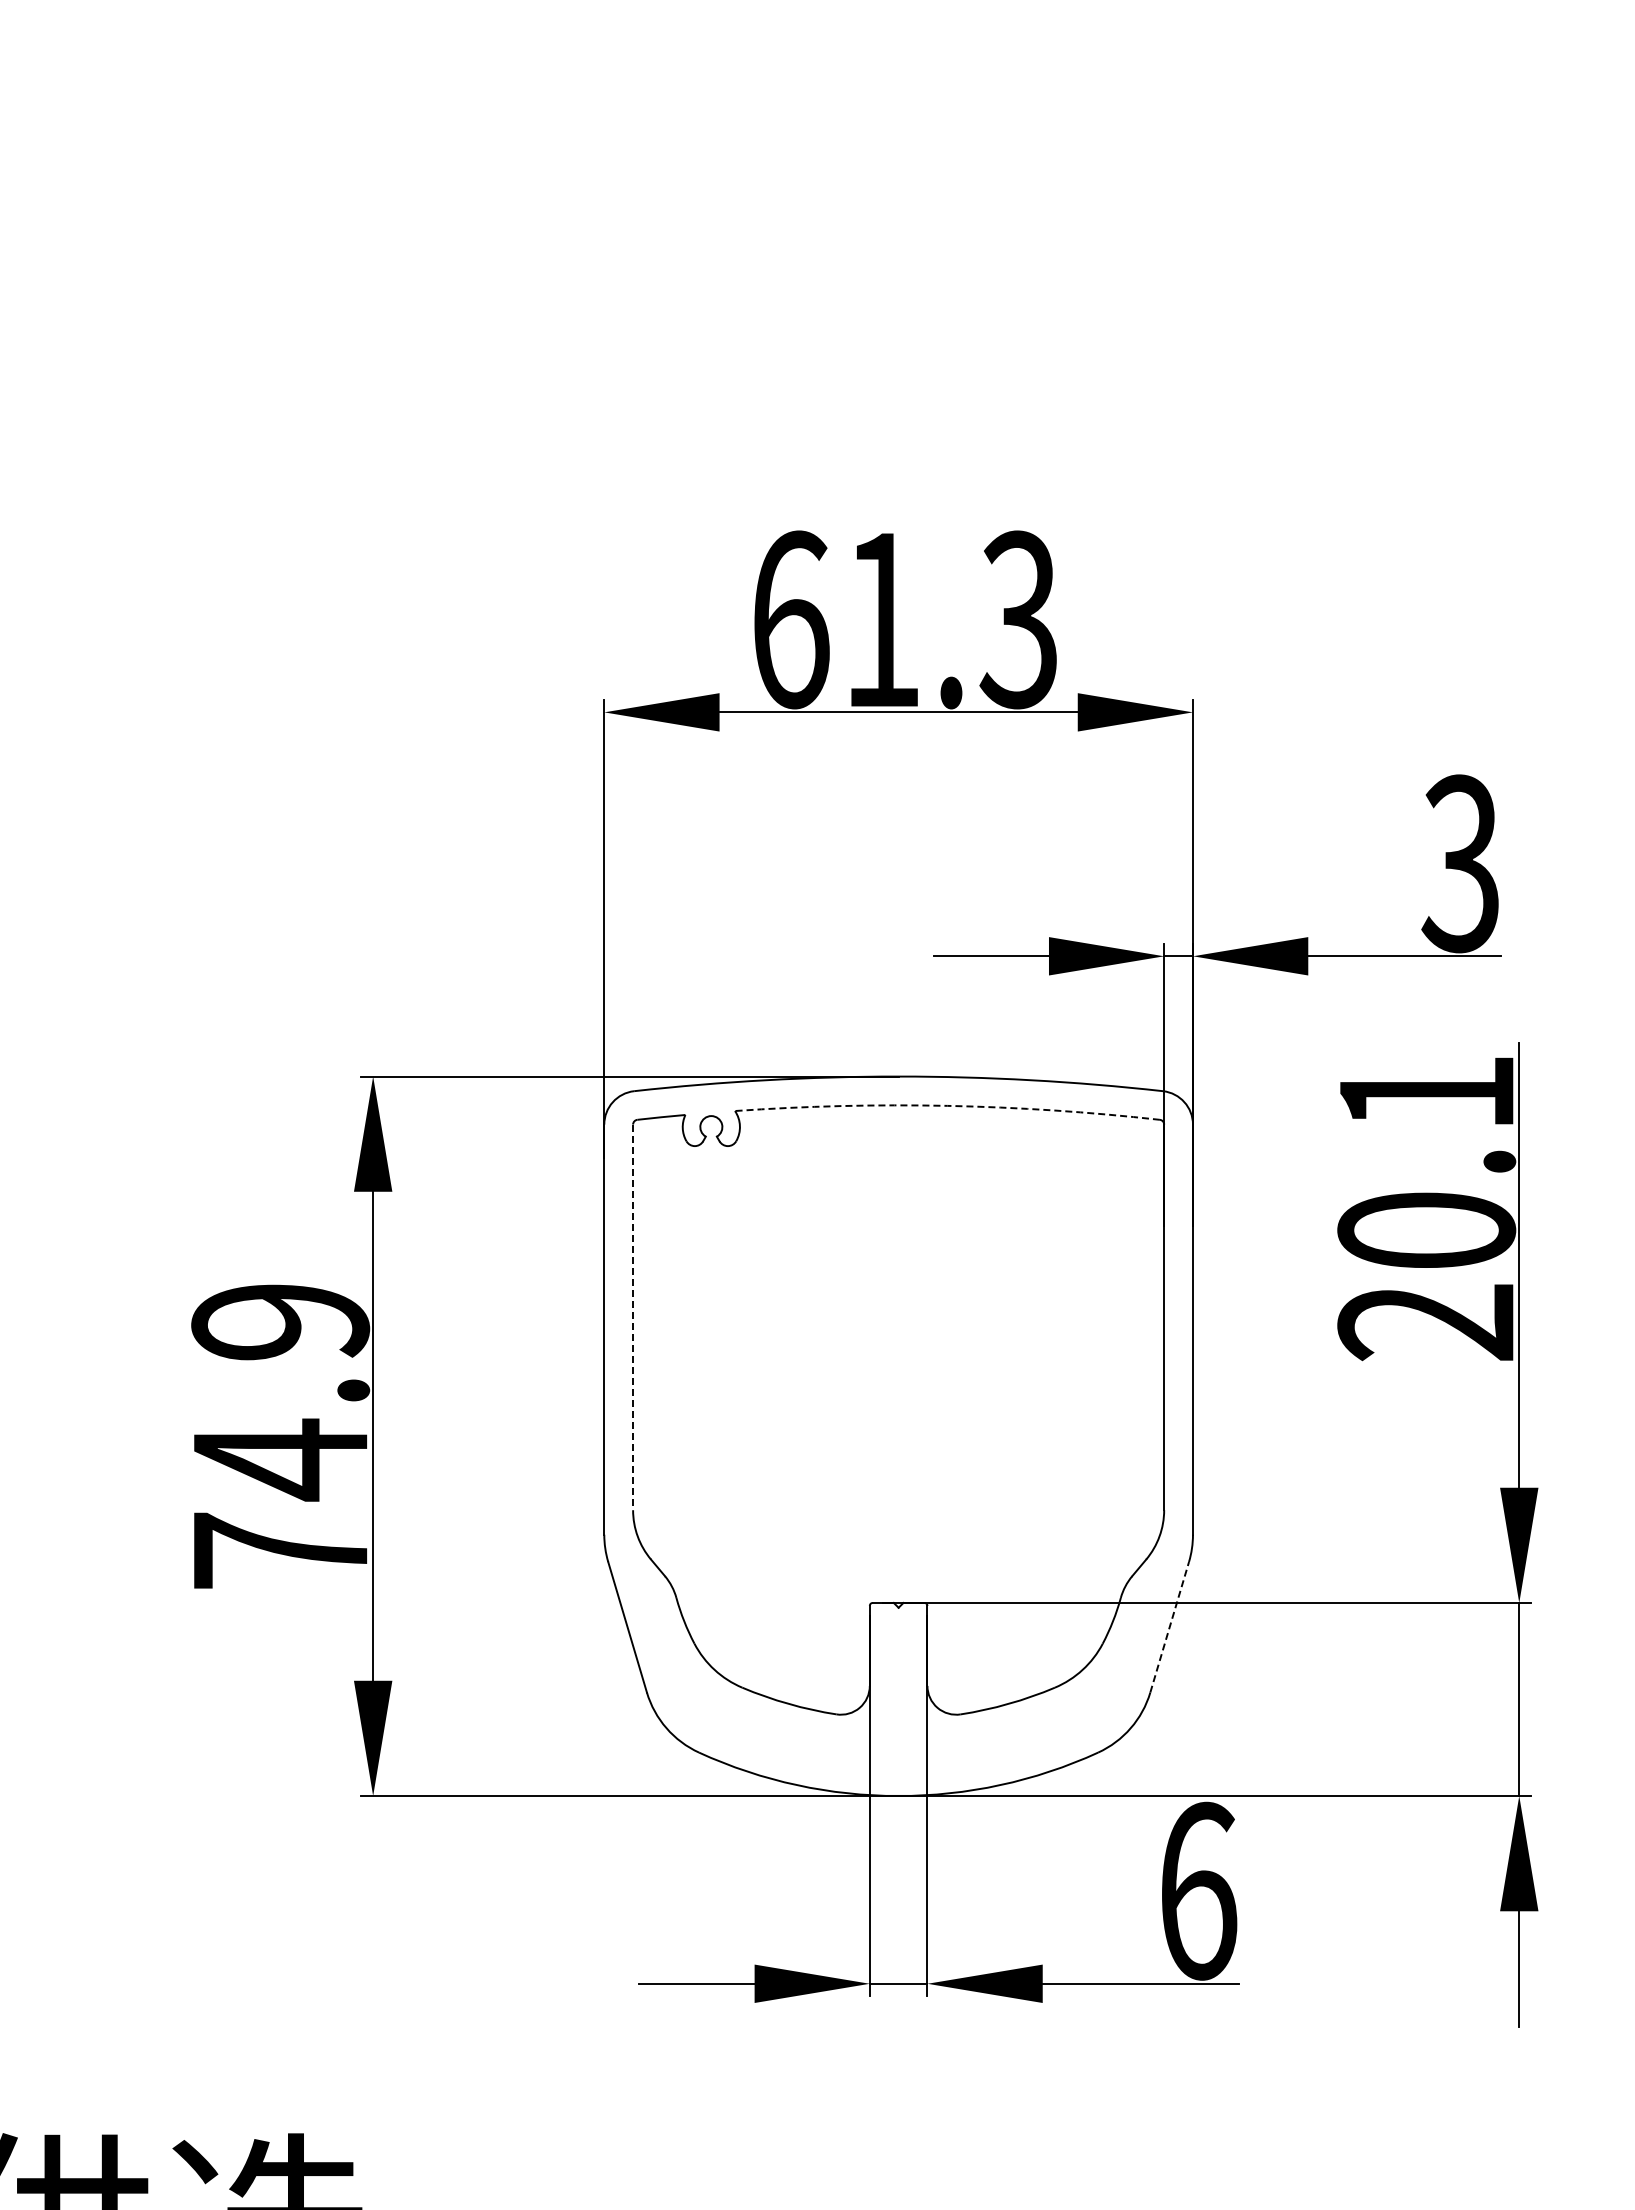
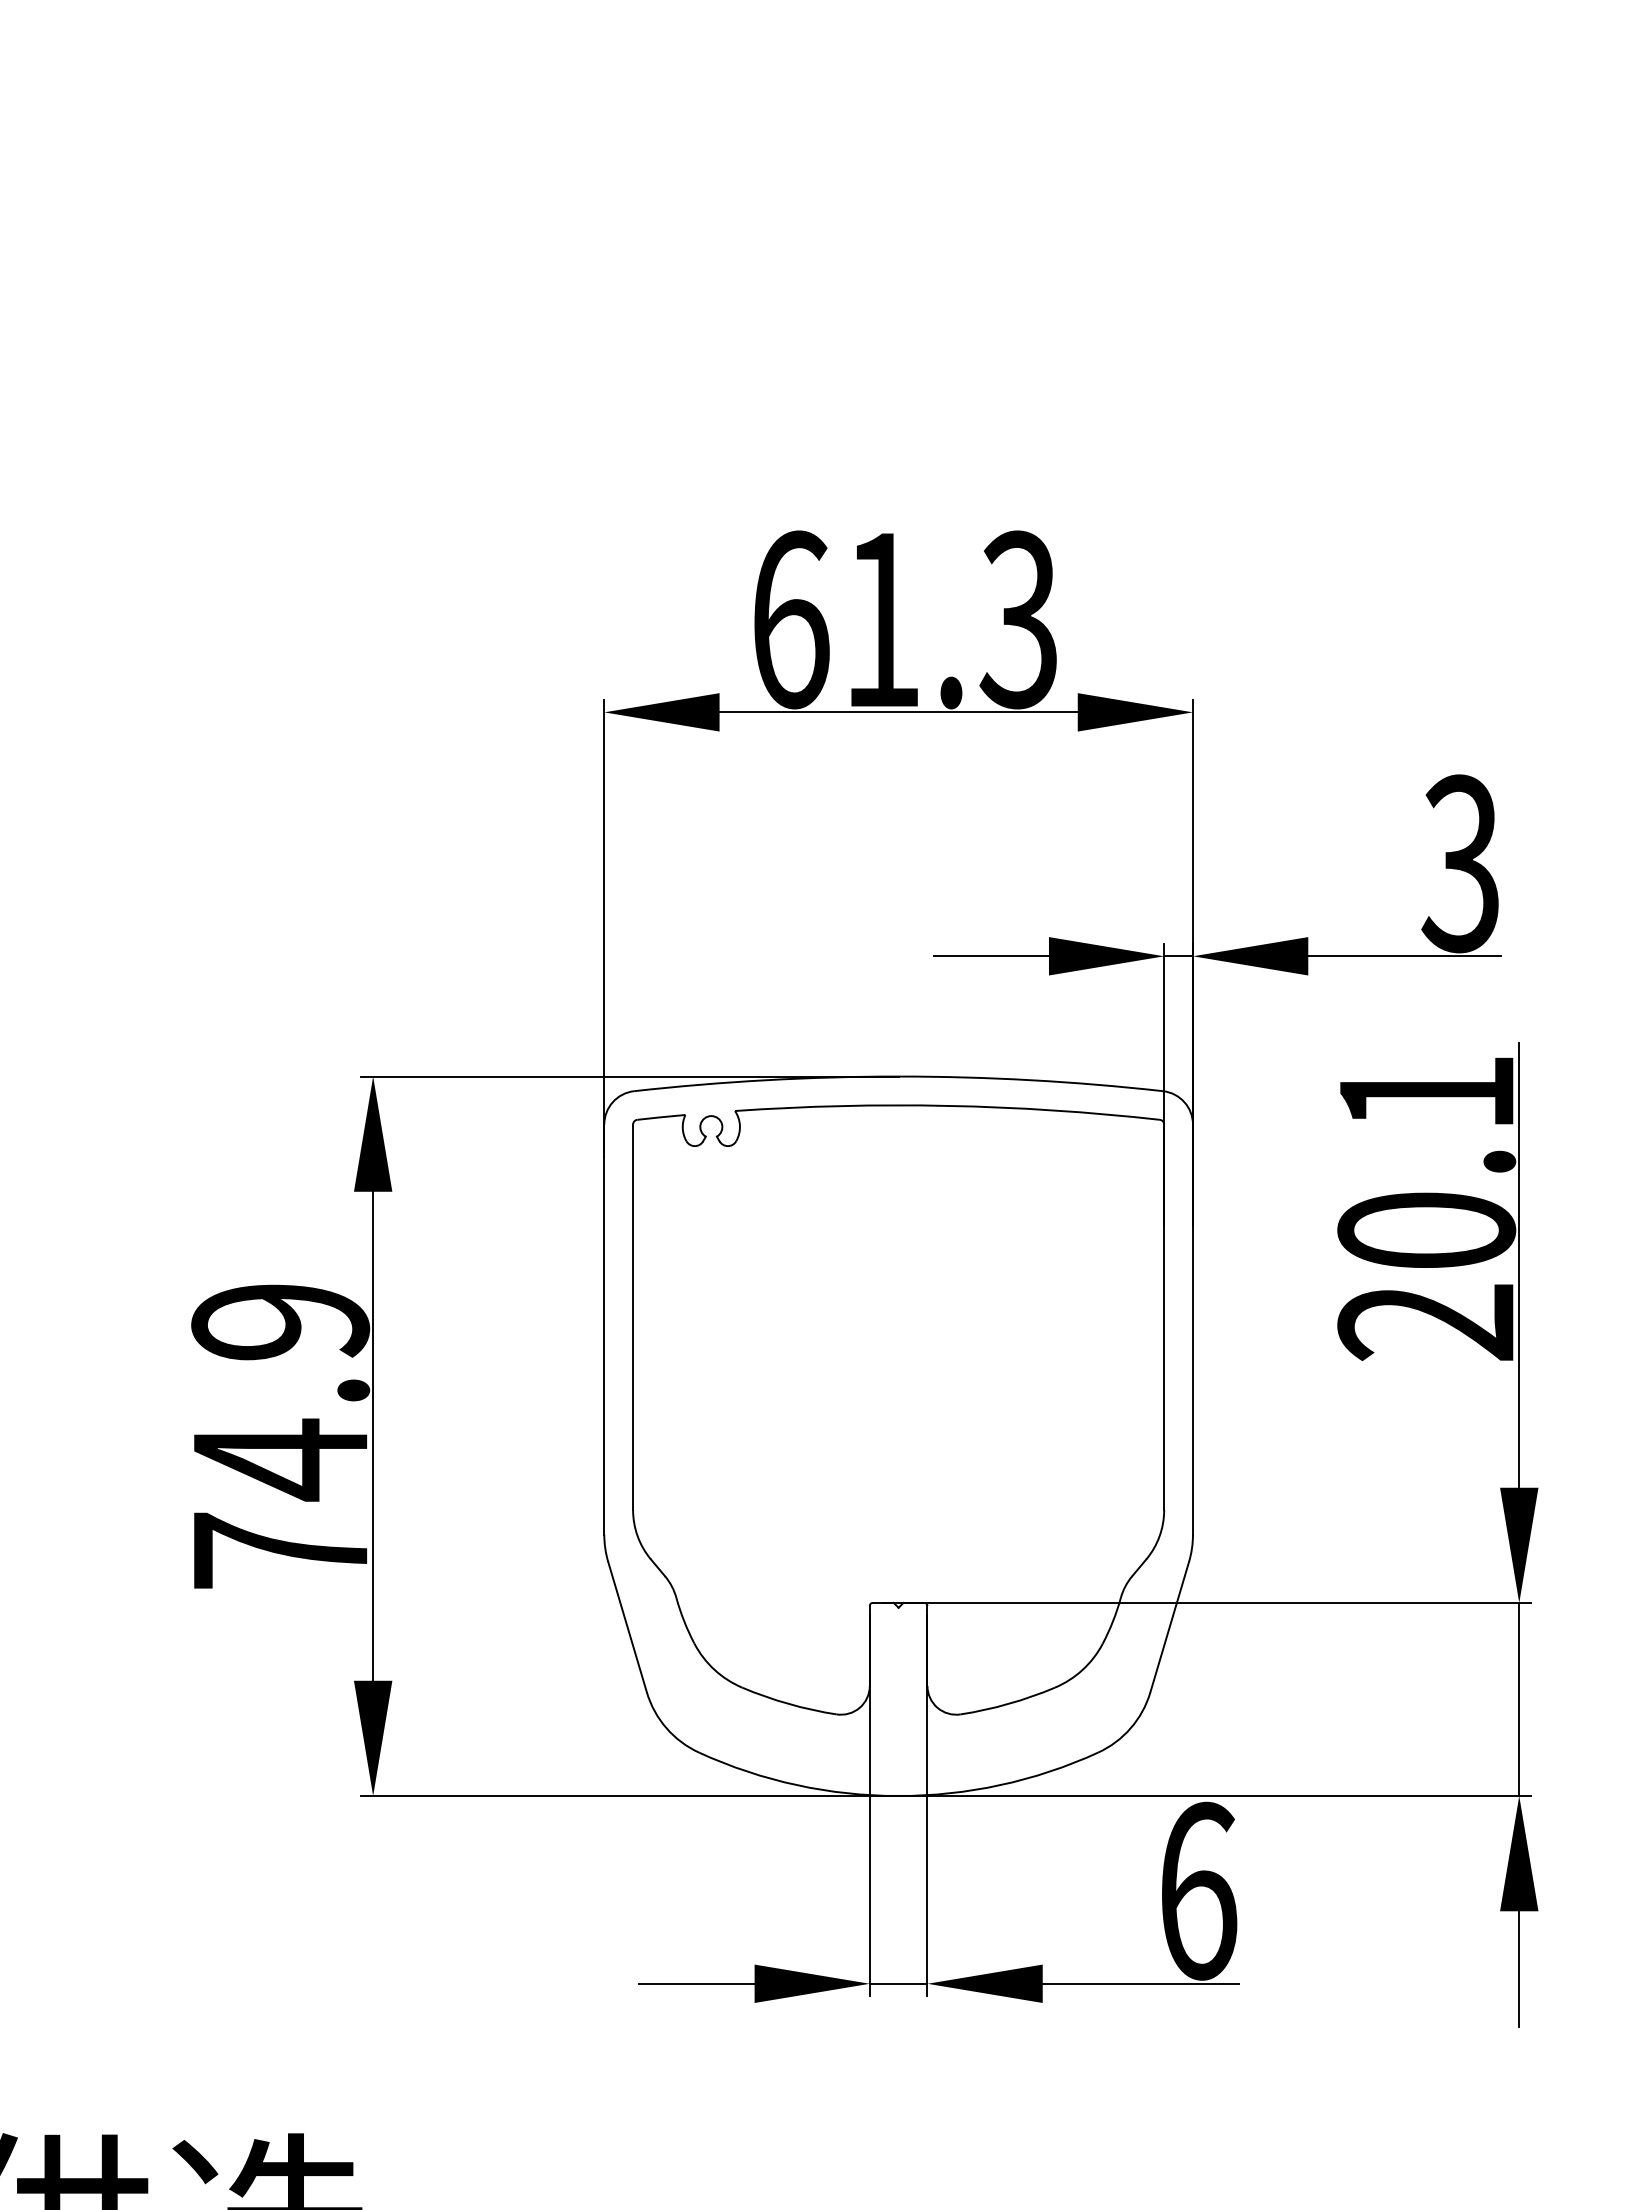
arc at (947, 1105): dashed -> solid
line at (633, 1317): dashed -> solid
line at (1169, 1626): dashed -> solid
